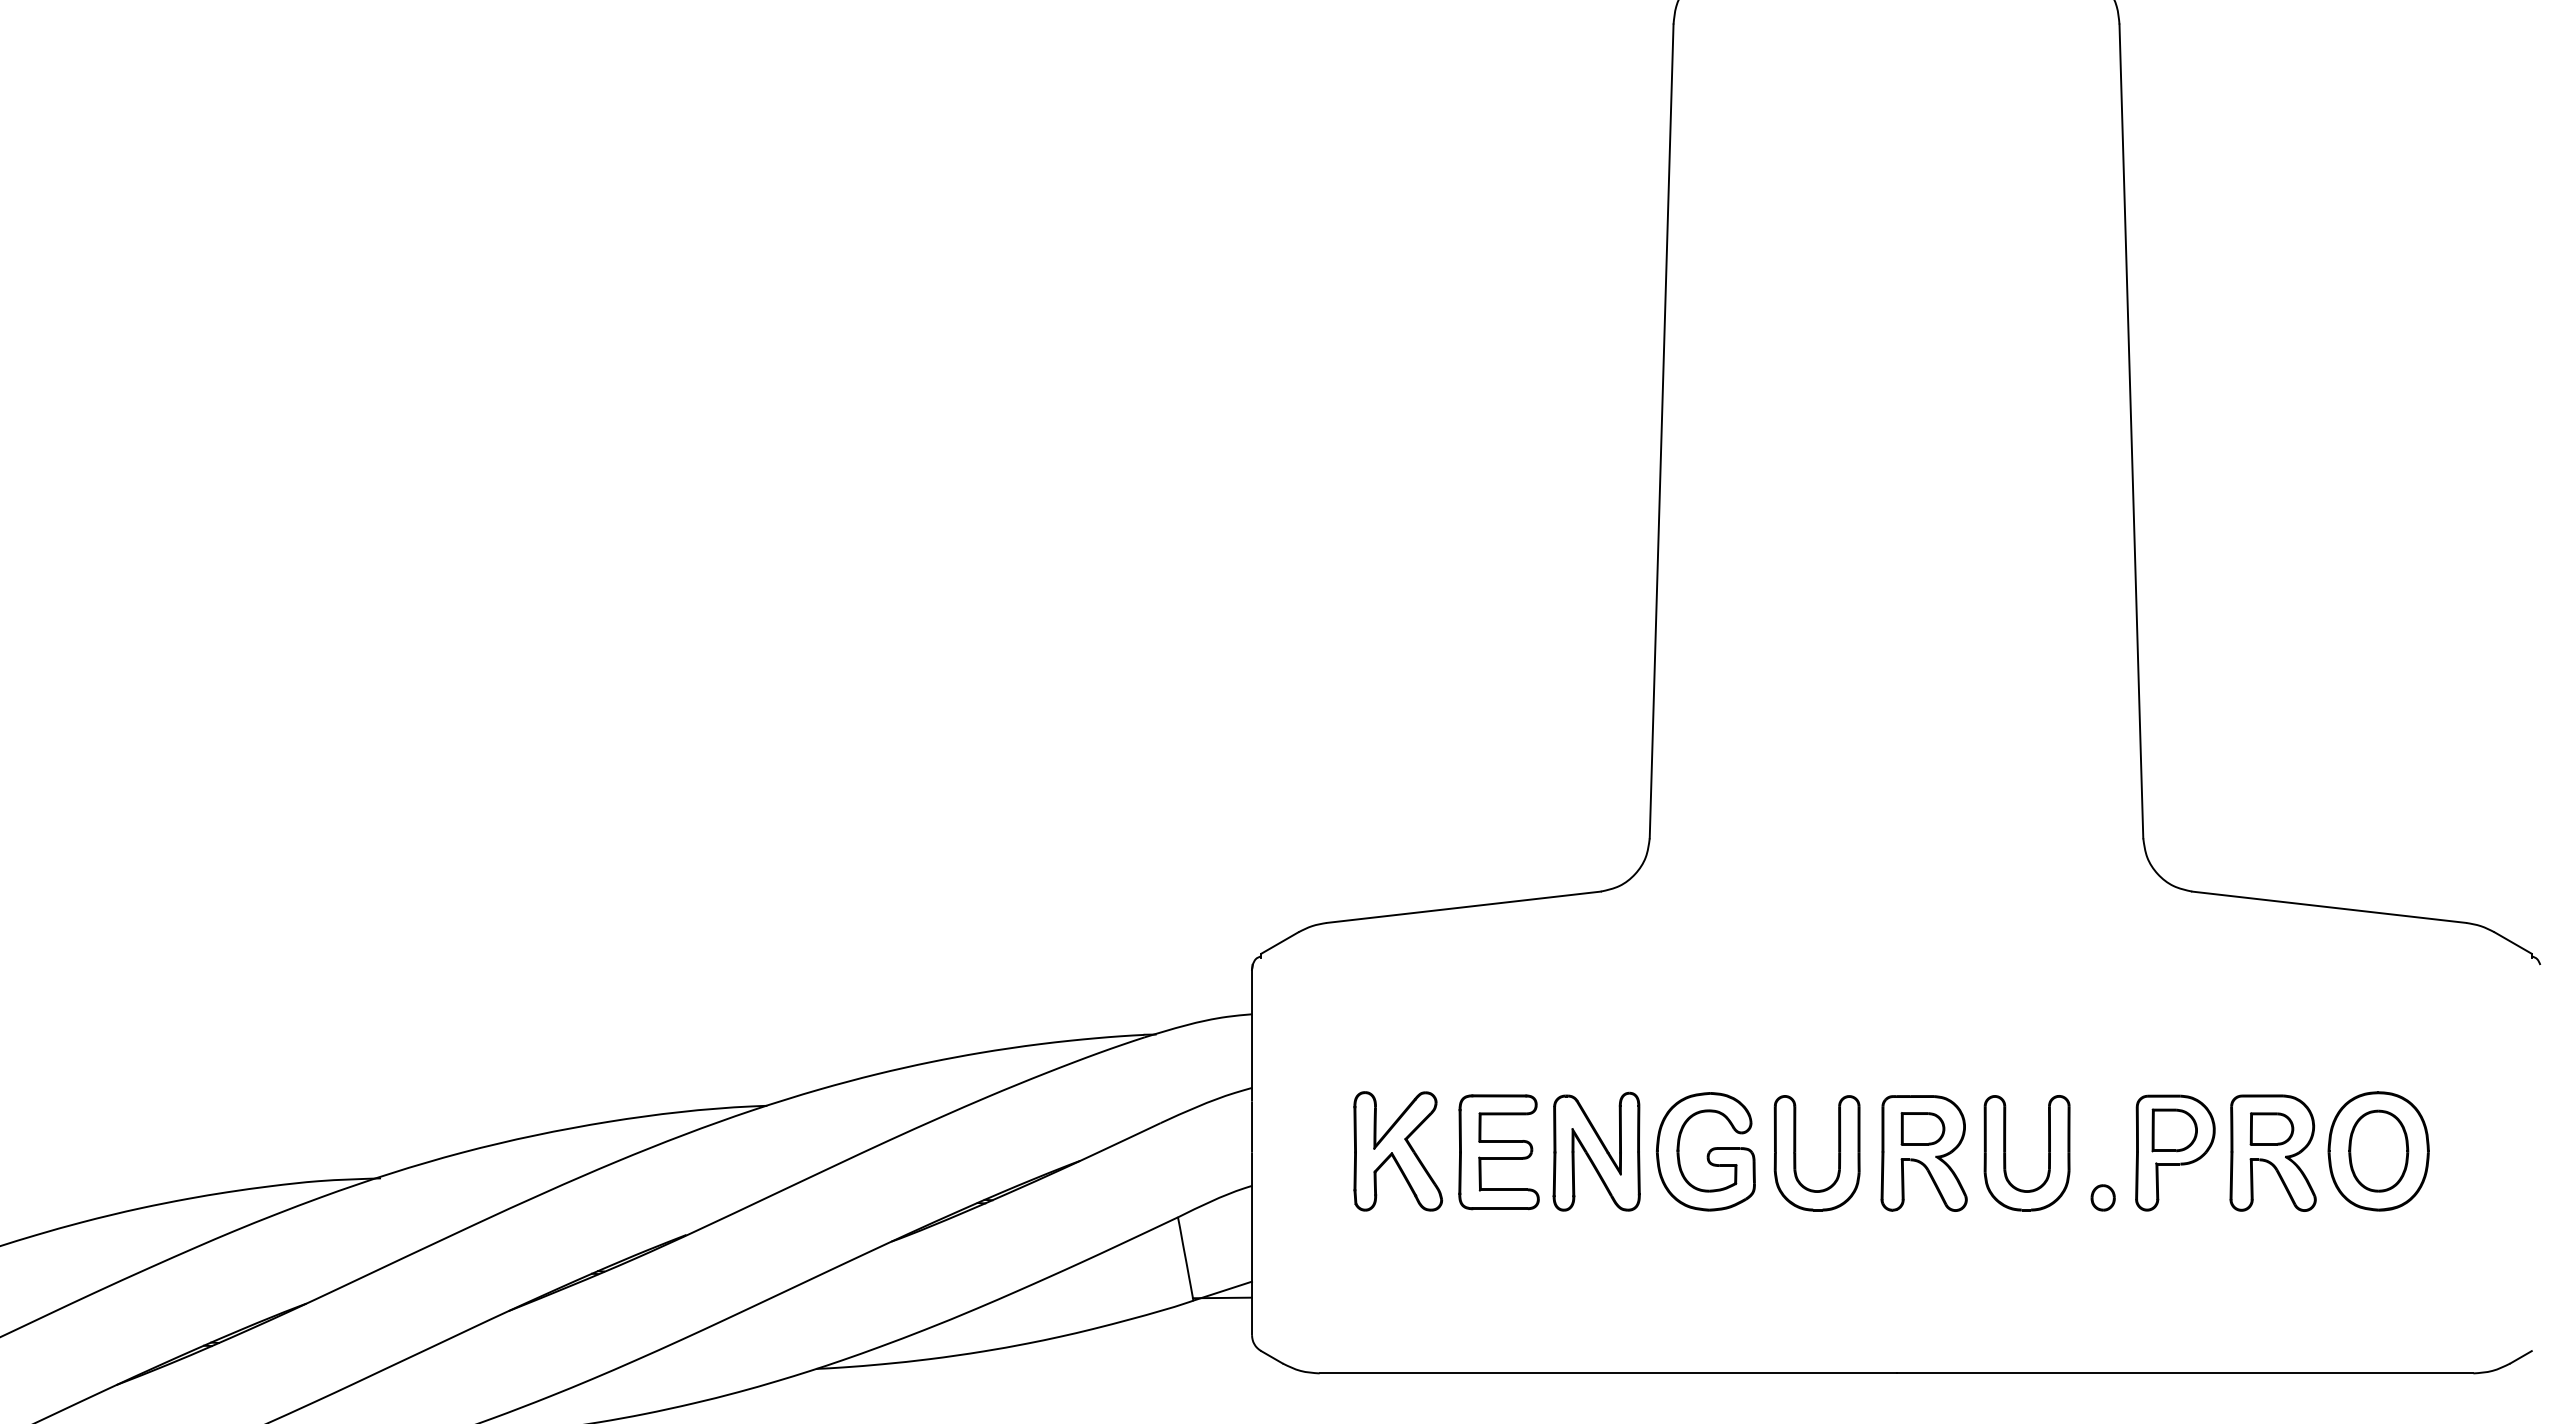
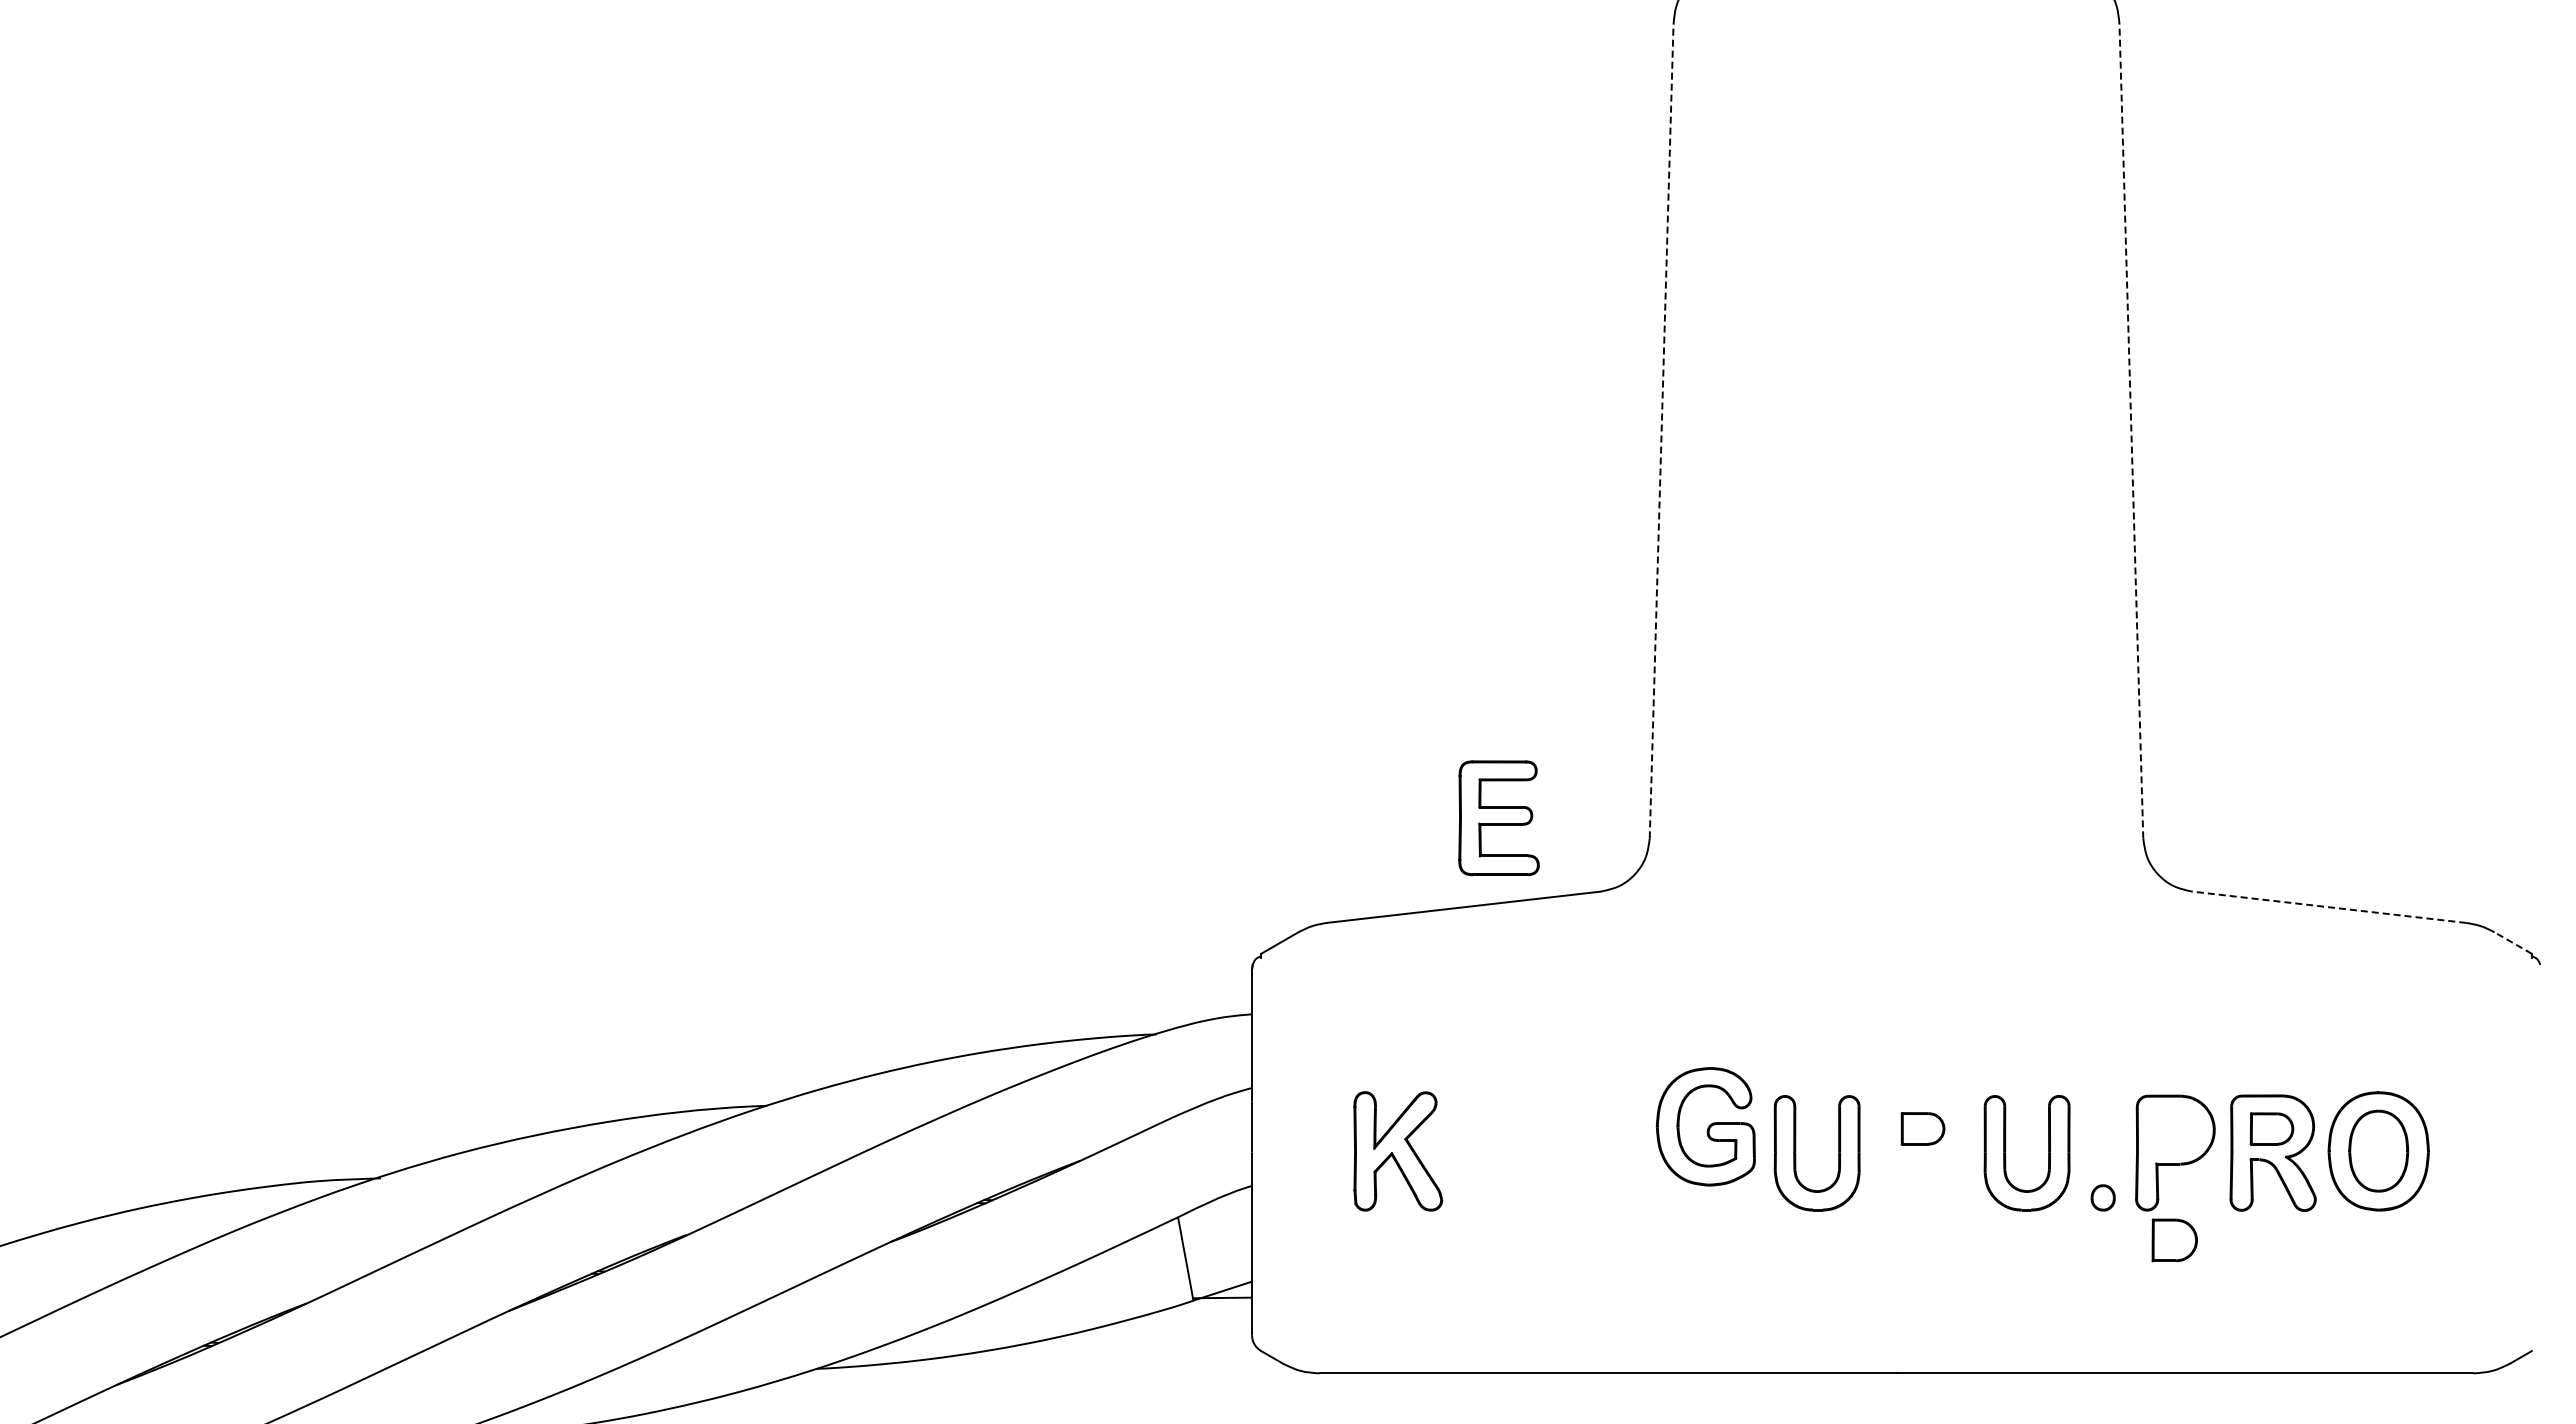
line at (1661, 430): solid -> dashed
line at (2131, 430): solid -> dashed
line at (2329, 907): solid -> dashed
line at (2512, 942): solid -> dashed
part at (2174, 1130) position: (2174, 1130) -> (2174, 1240)
part at (1596, 1151): present -> none
part at (1705, 1151) position: (1705, 1151) -> (1705, 1126)
part at (1498, 1152) position: (1498, 1152) -> (1498, 818)
part at (1923, 1153): present -> none
